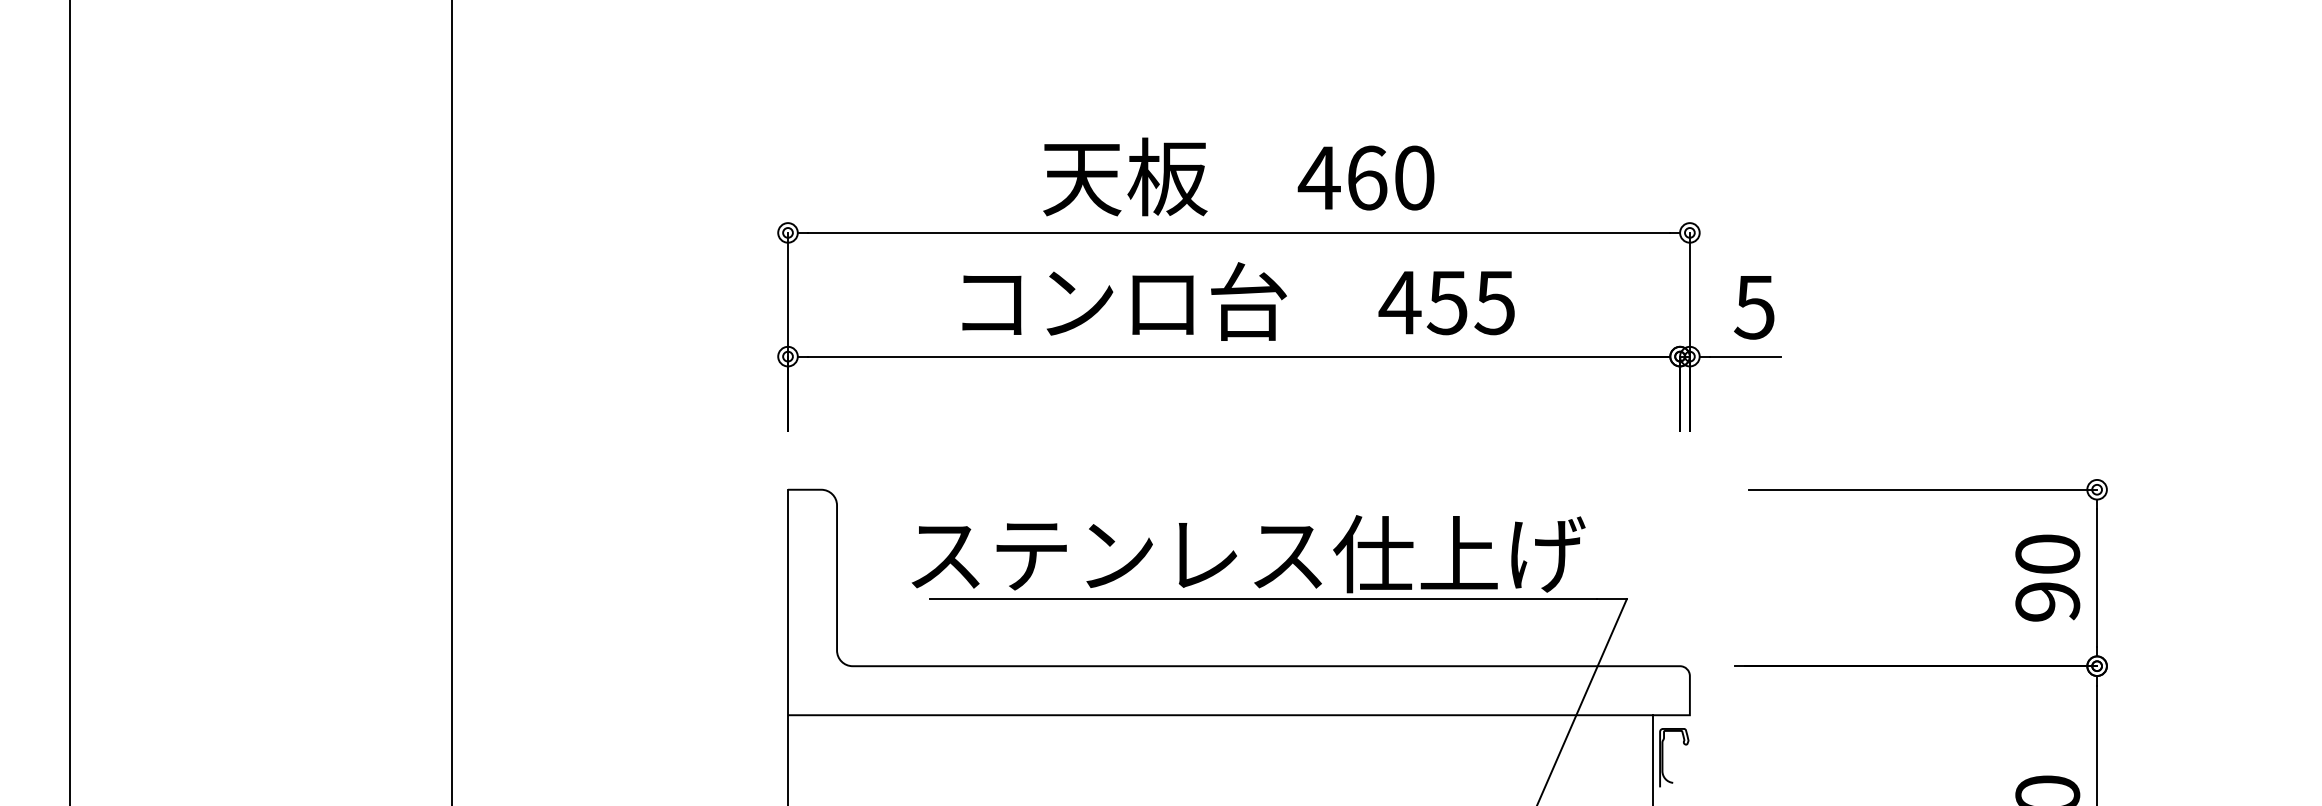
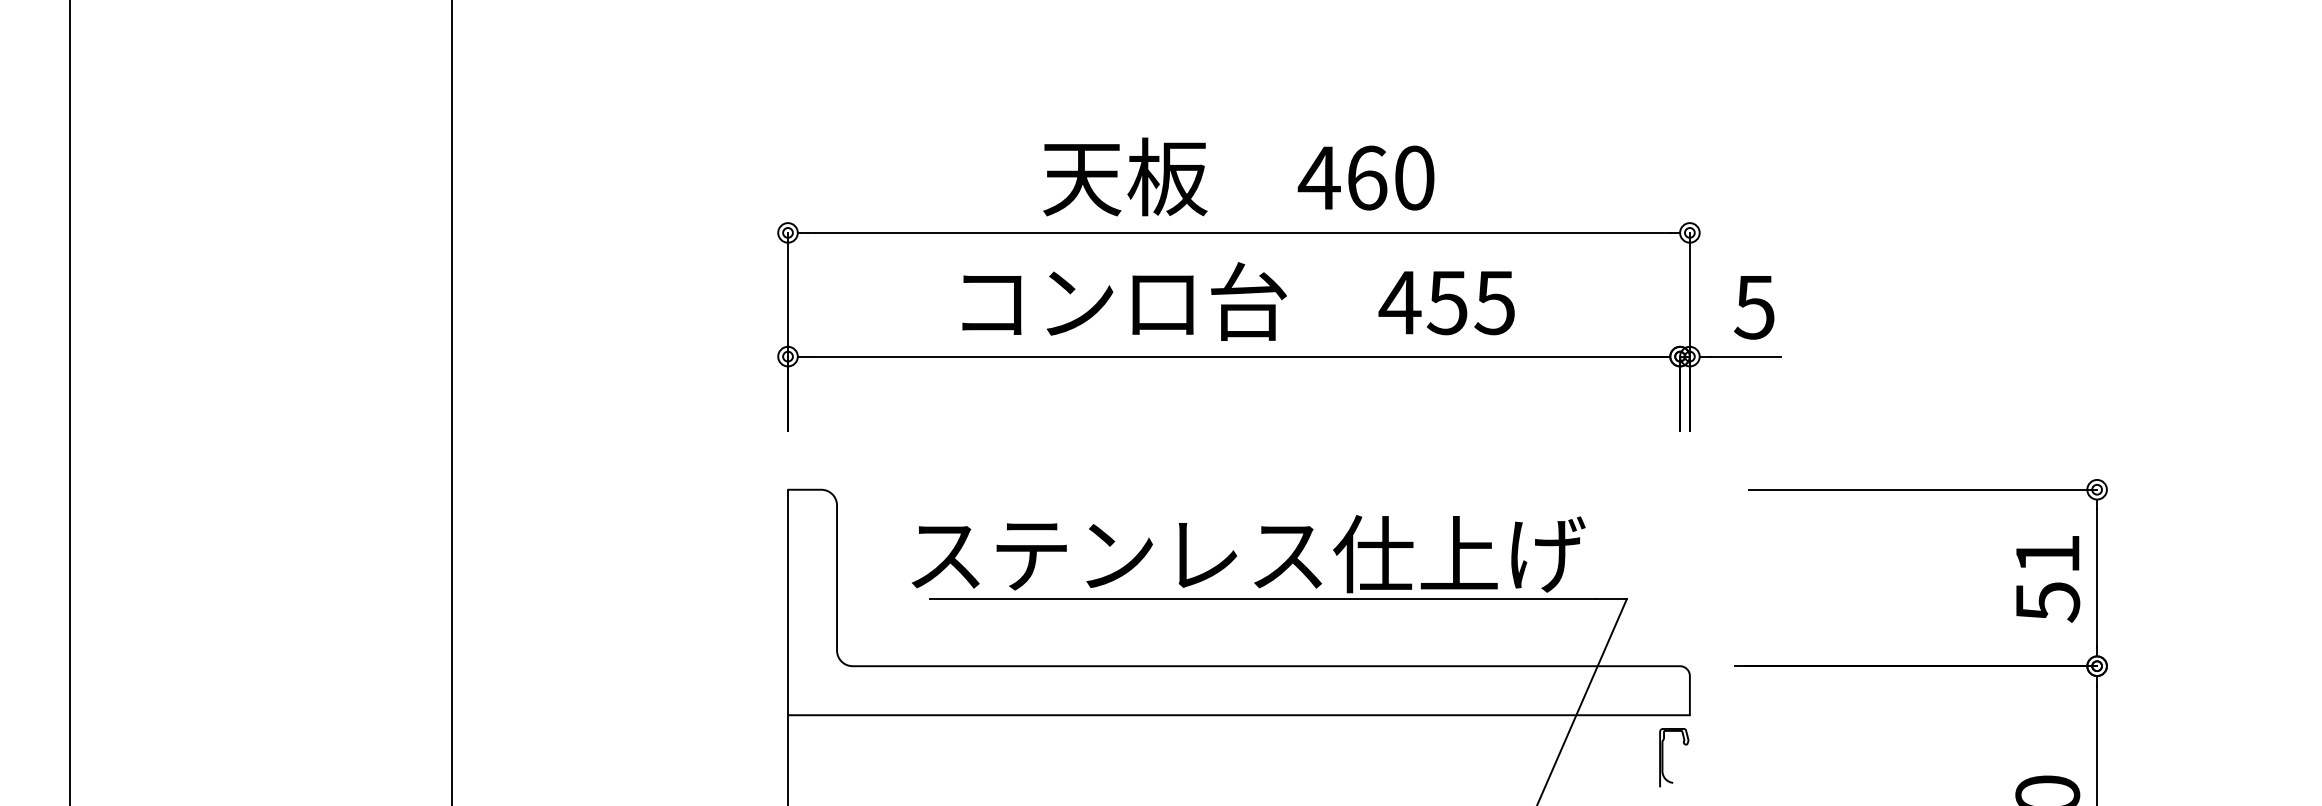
text at (2047, 578): 90 -> 51
line at (1652, 758): present -> none
